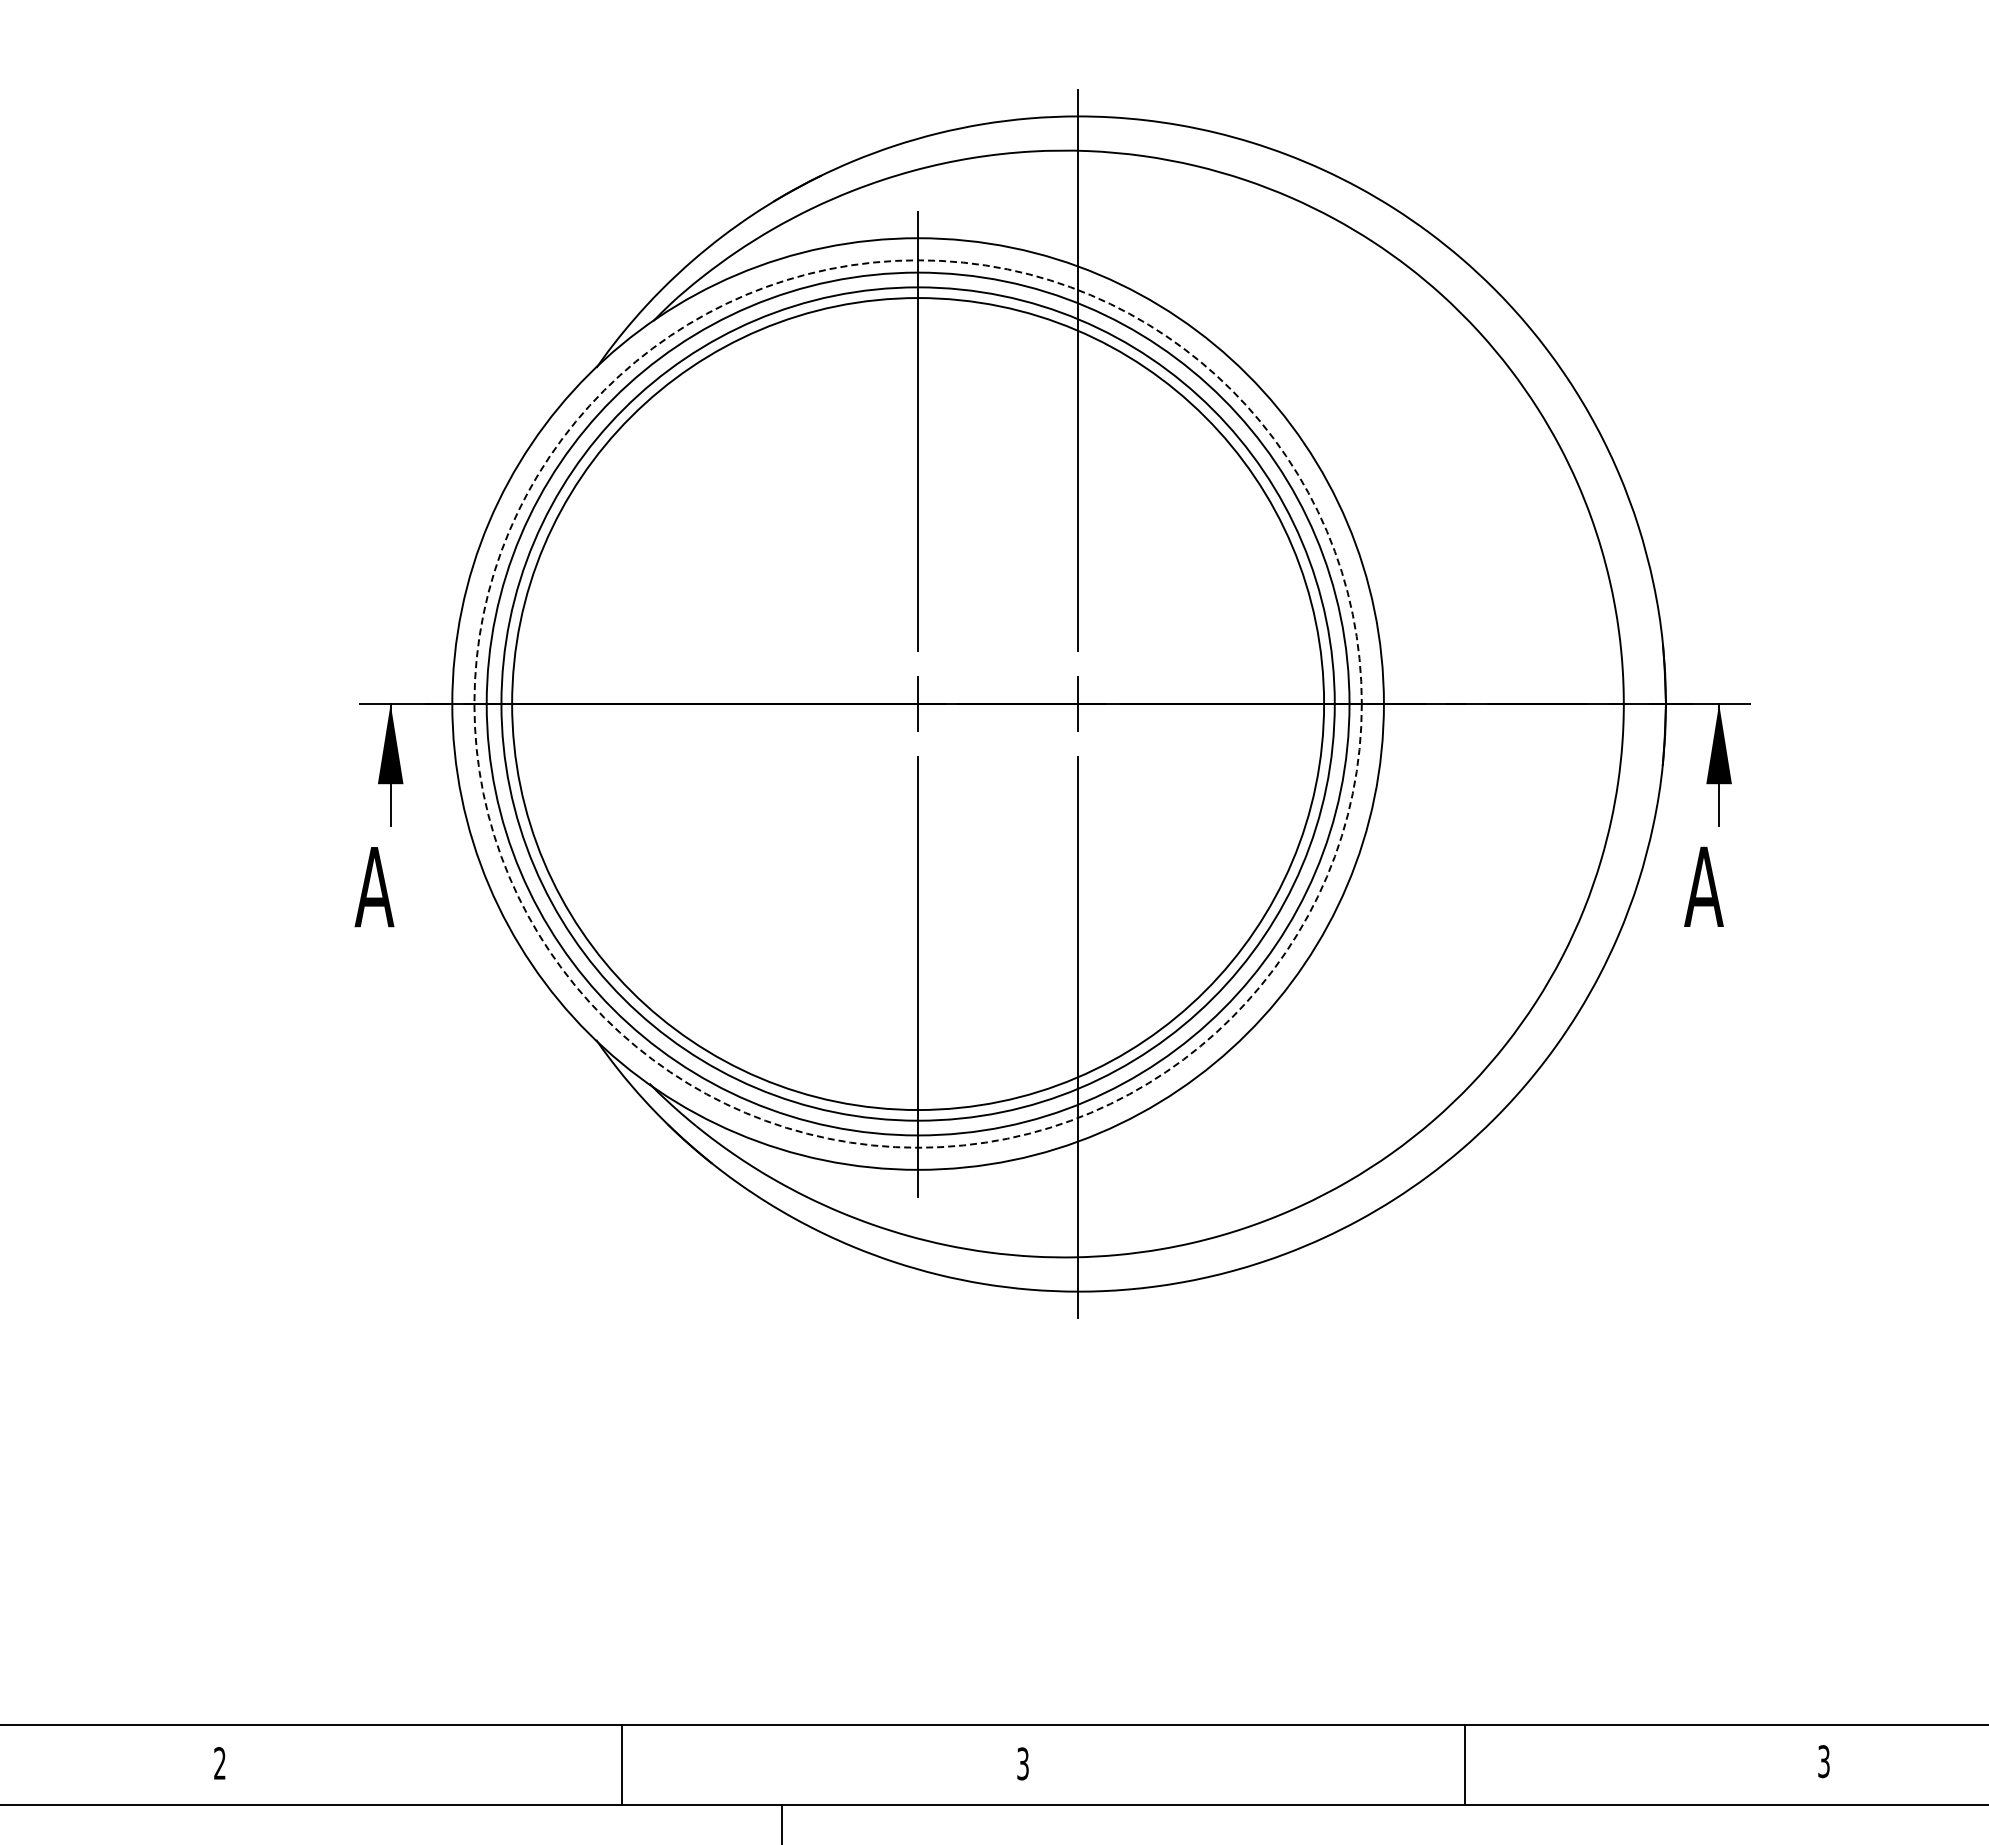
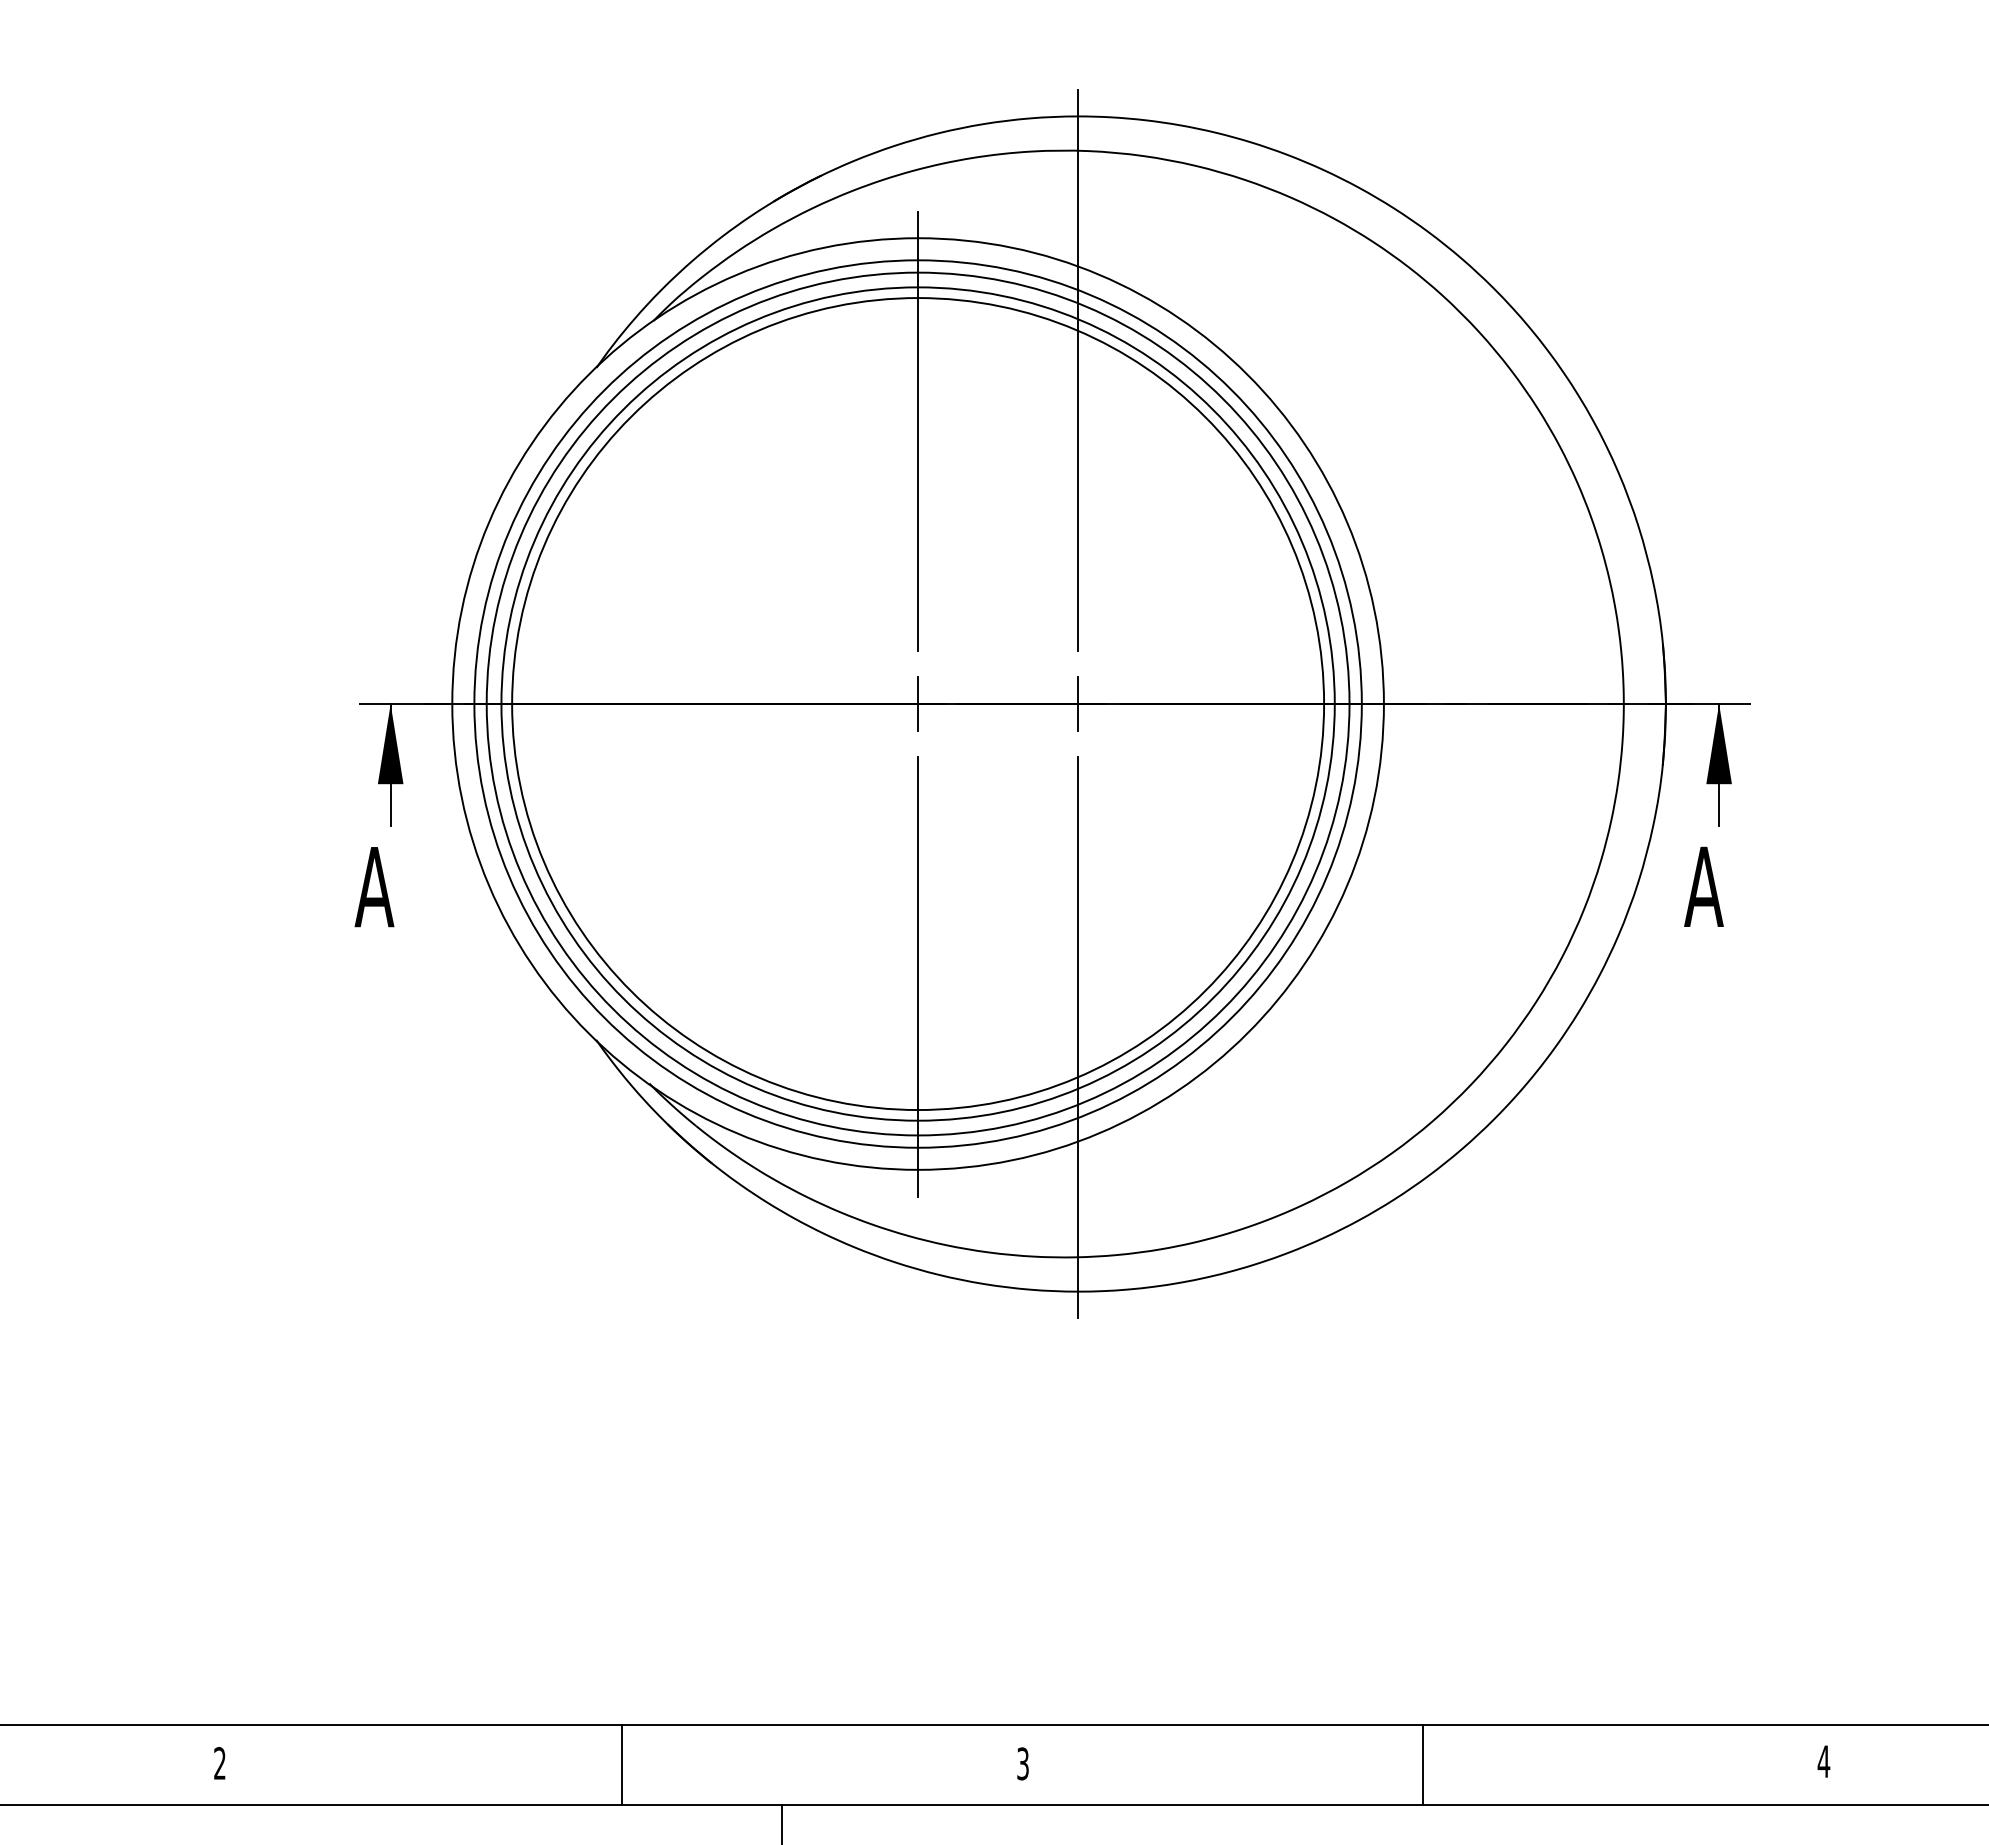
circle at (917, 703): dashed -> solid
text at (1823, 1761): 3 -> 4
line at (1465, 1764) position: (1465, 1764) -> (1423, 1764)
